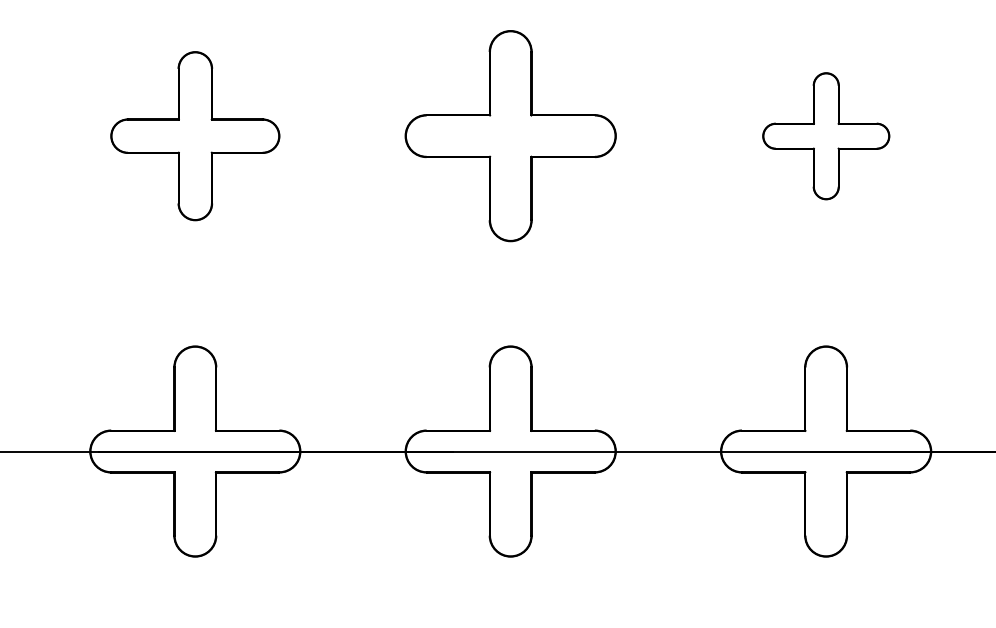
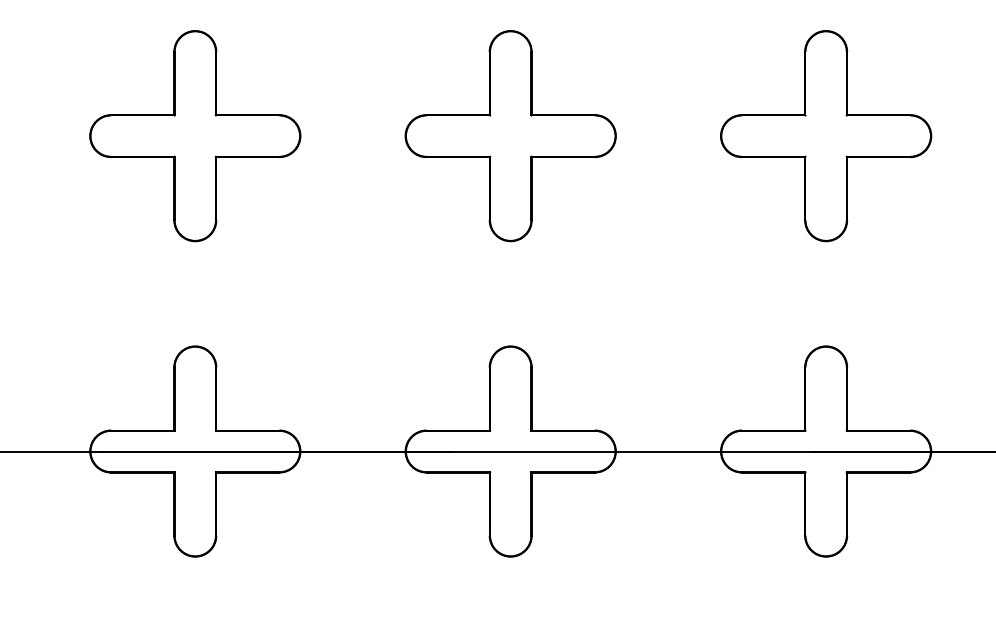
part at (195, 136) size: 171x171 px -> 213x213 px
part at (826, 136) size: 129x129 px -> 213x213 px
